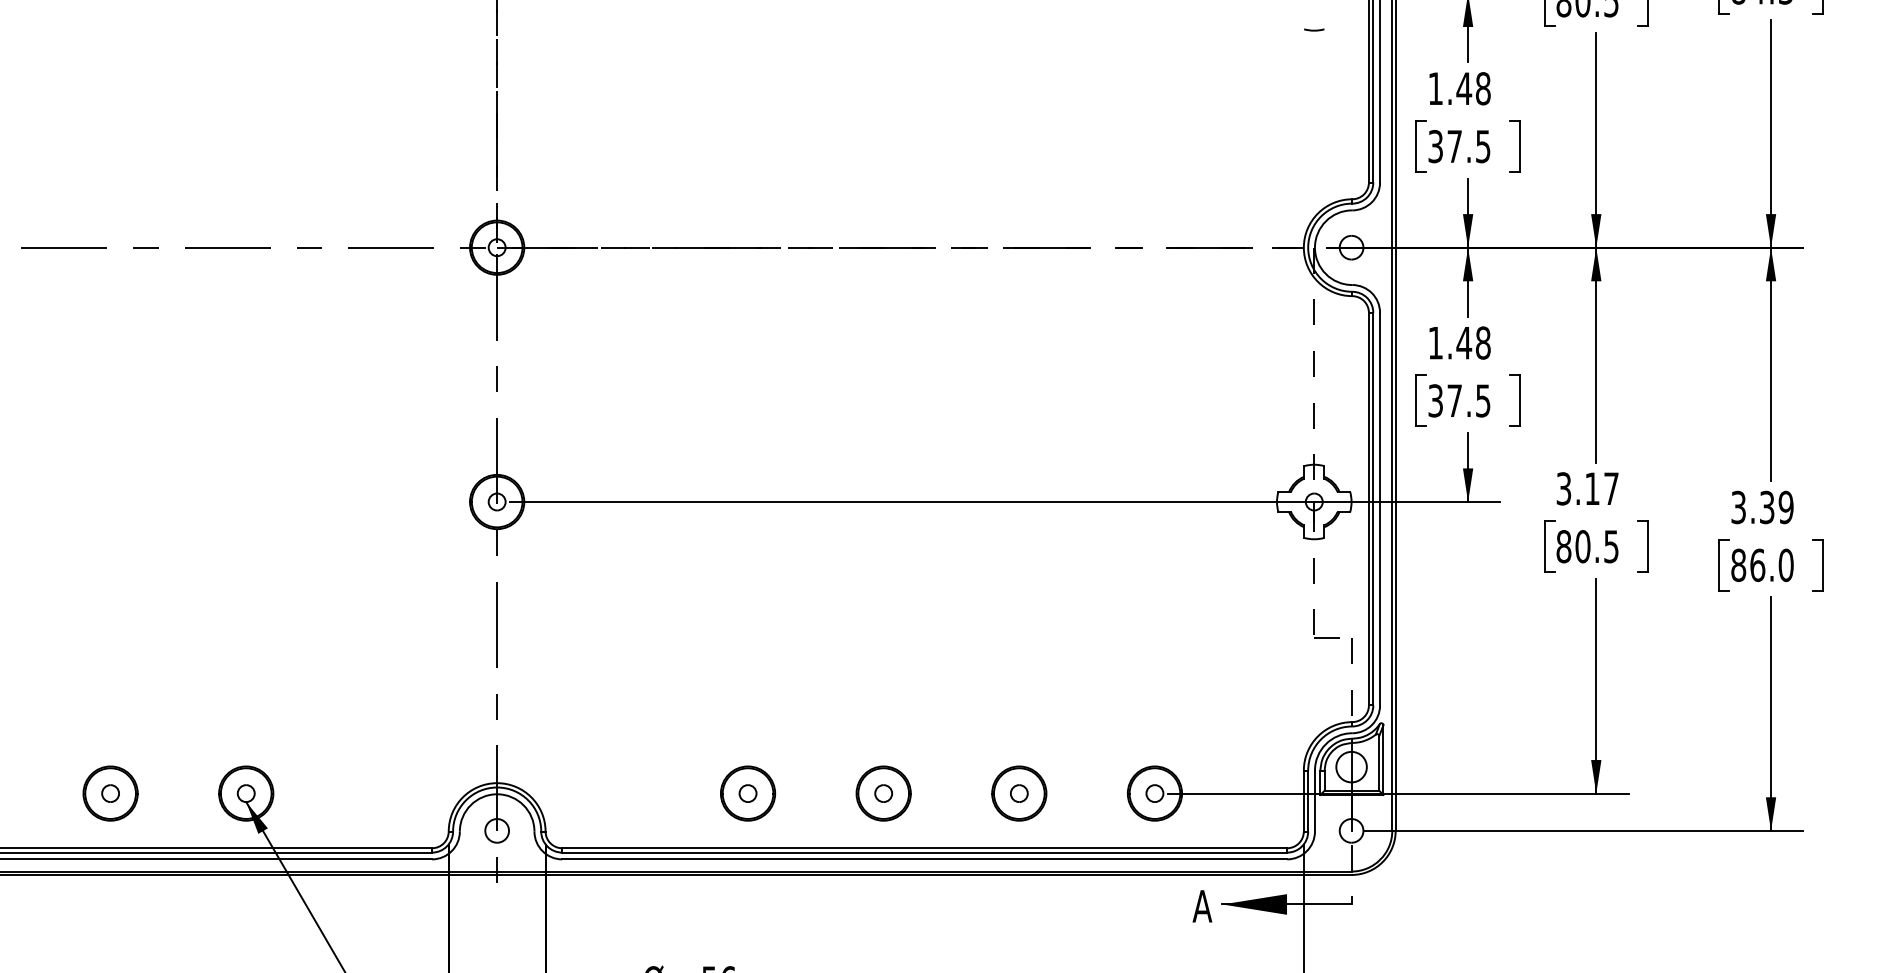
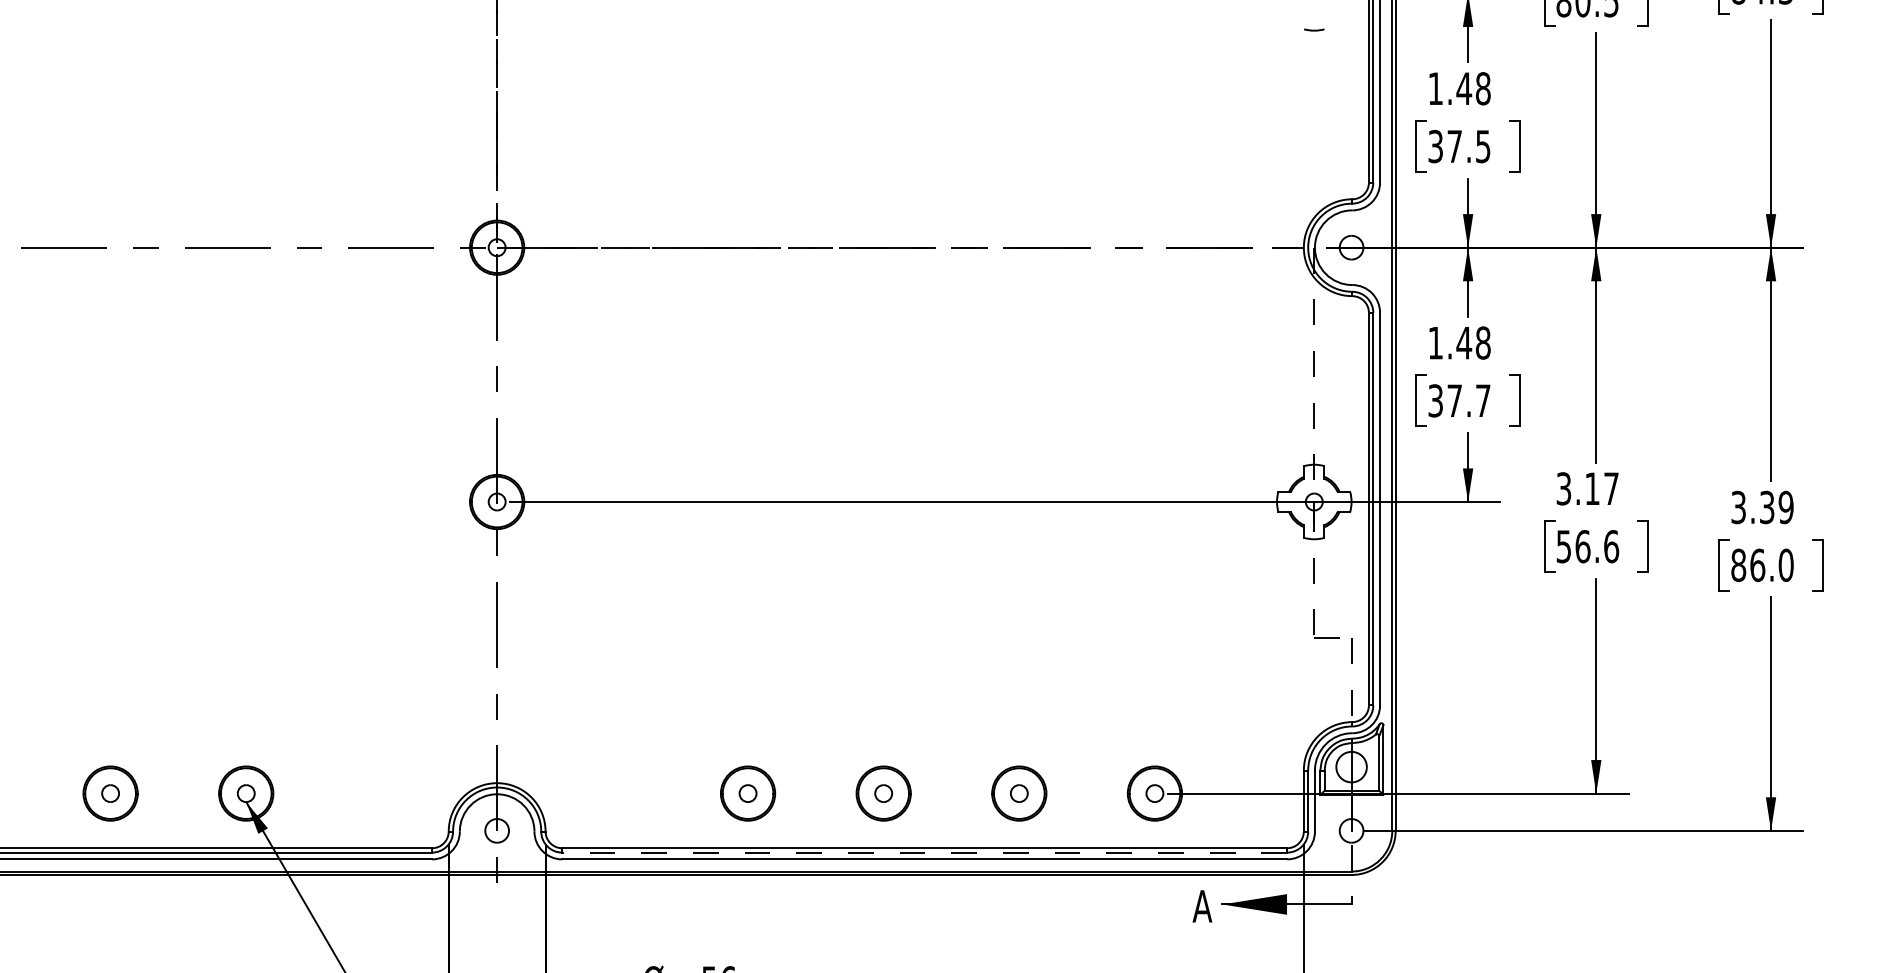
text at (1483, 400): 37.5 -> 37.7
text at (1587, 546): 80.5 -> 56.6
line at (924, 852): solid -> dashed
